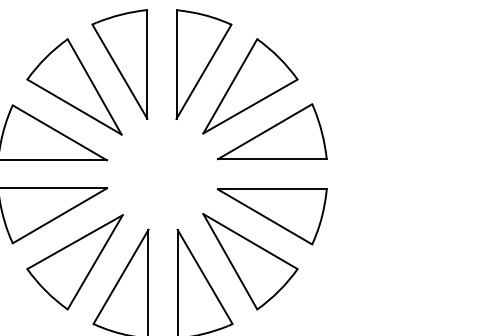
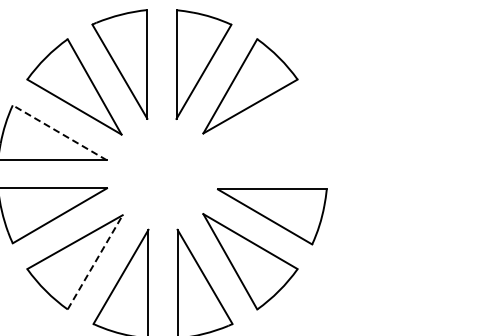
part at (272, 131): present -> none
line at (59, 132): solid -> dashed
line at (95, 262): solid -> dashed
